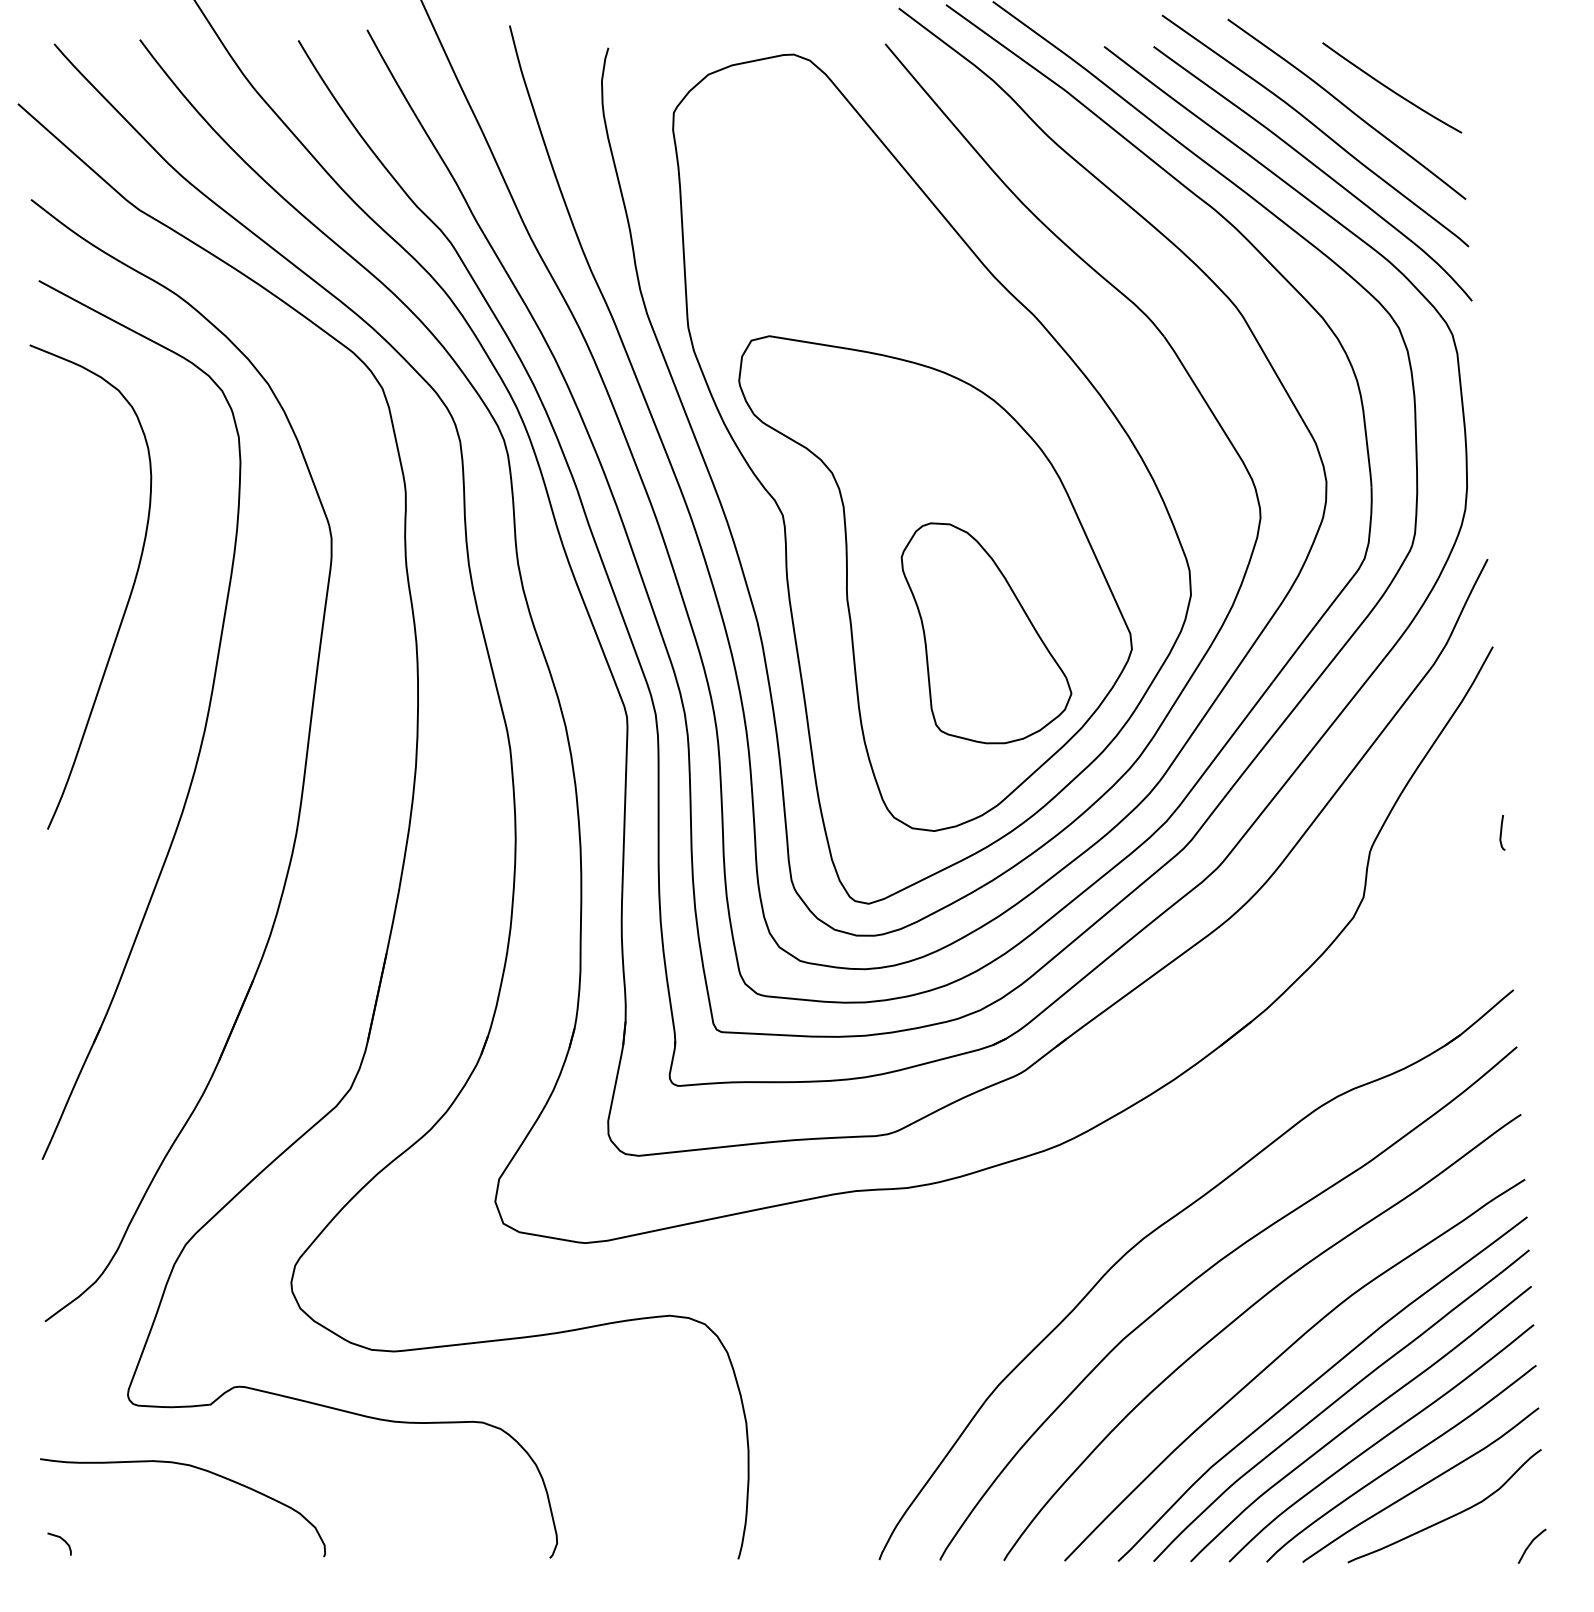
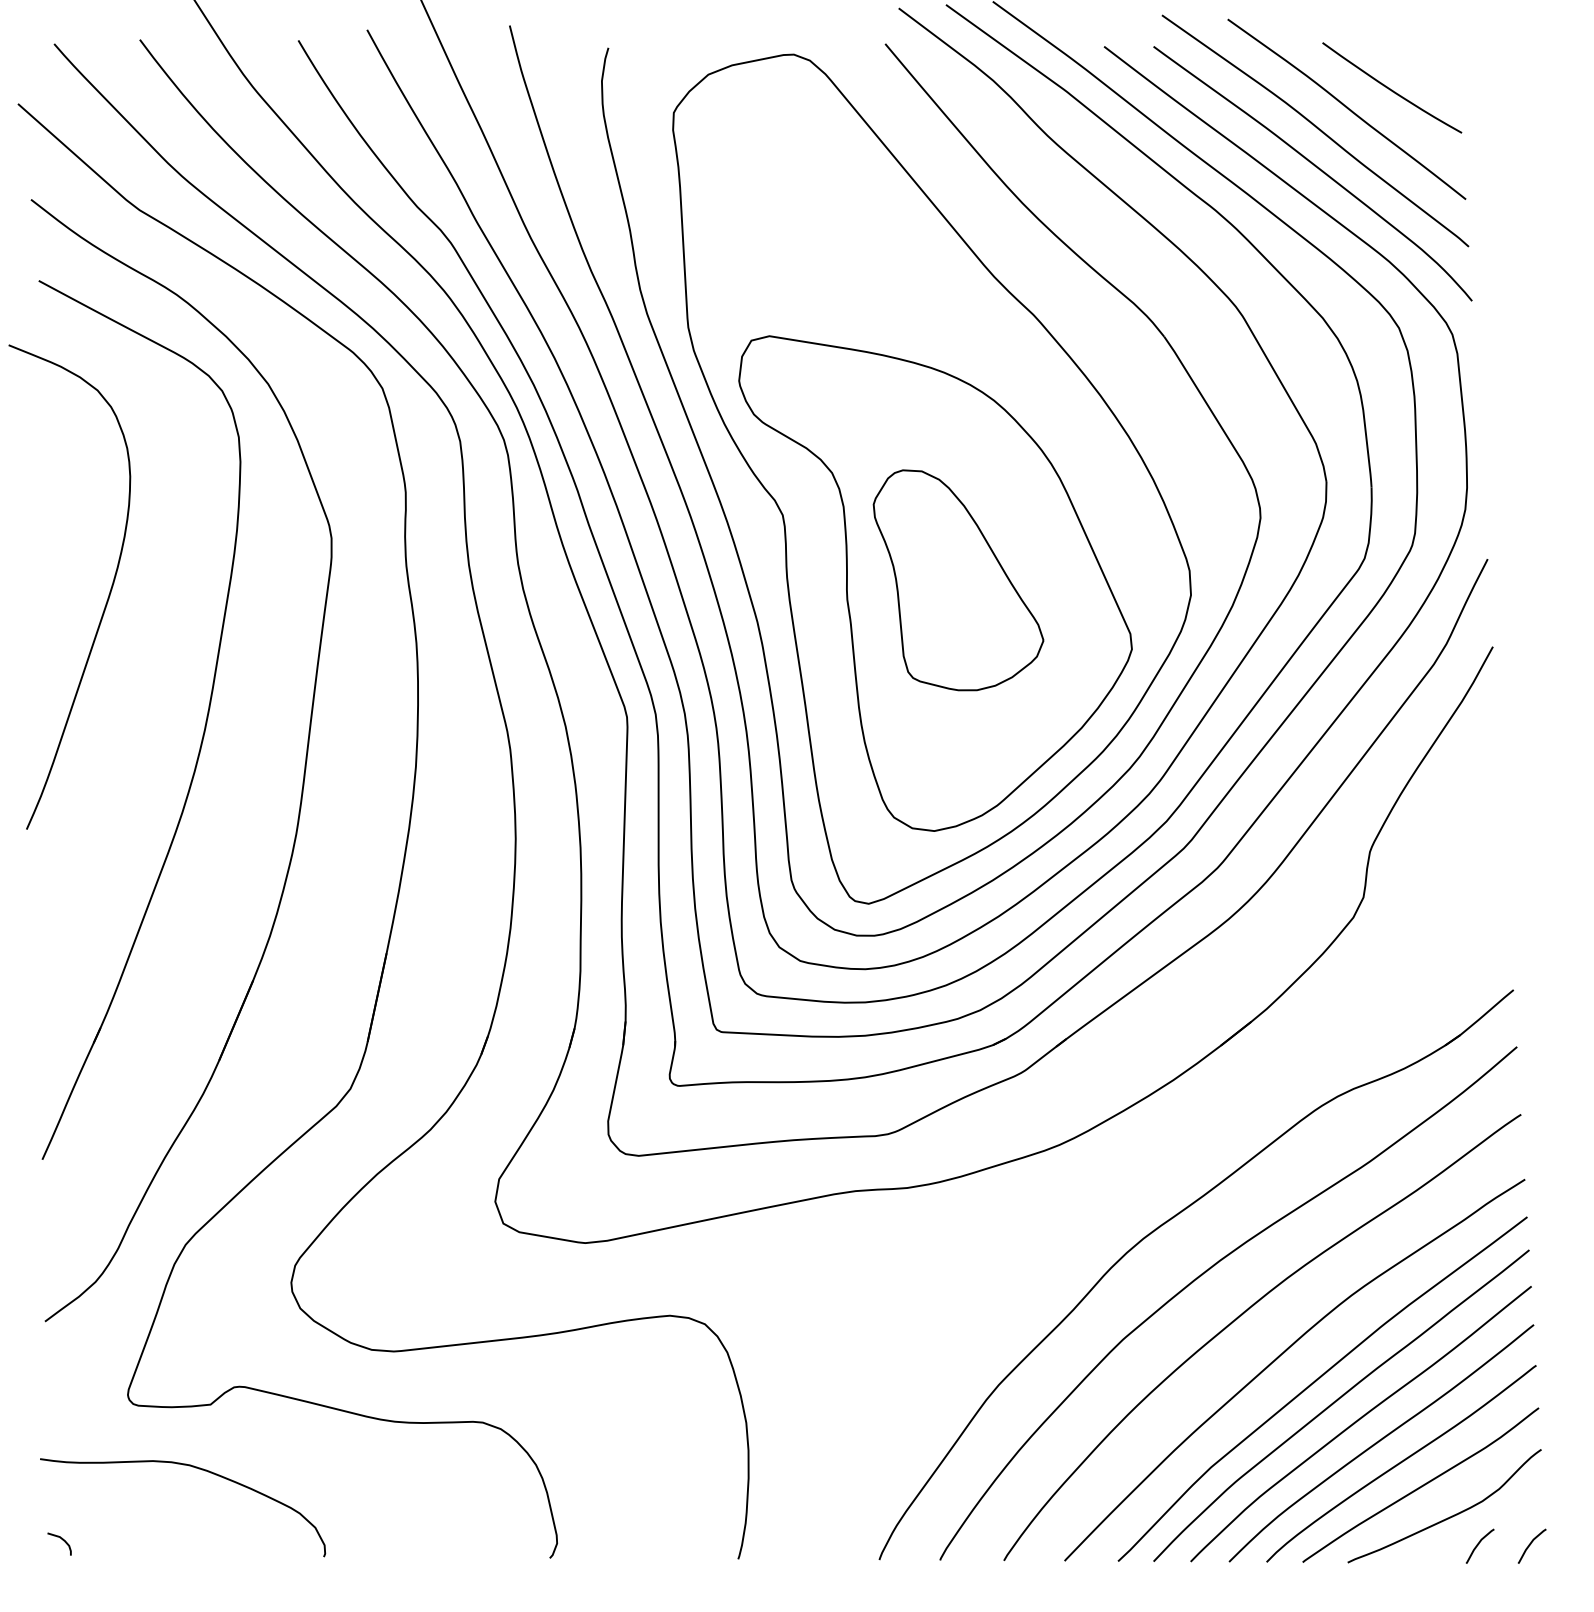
curve at (128, 597) position: (128, 597) -> (107, 597)
part at (986, 633) position: (986, 633) -> (958, 580)
curve at (1501, 832): present -> none
curve at (1479, 1544): none -> present
